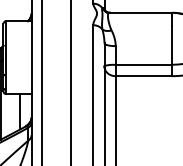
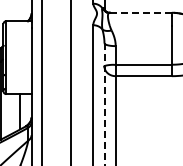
line at (140, 12): solid -> dashed
line at (104, 104): solid -> dashed
